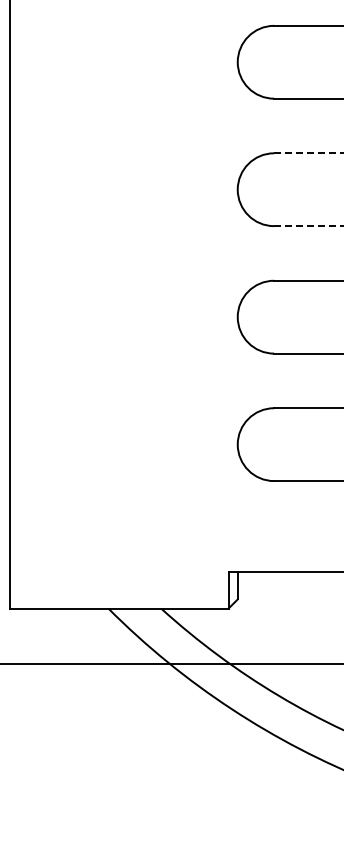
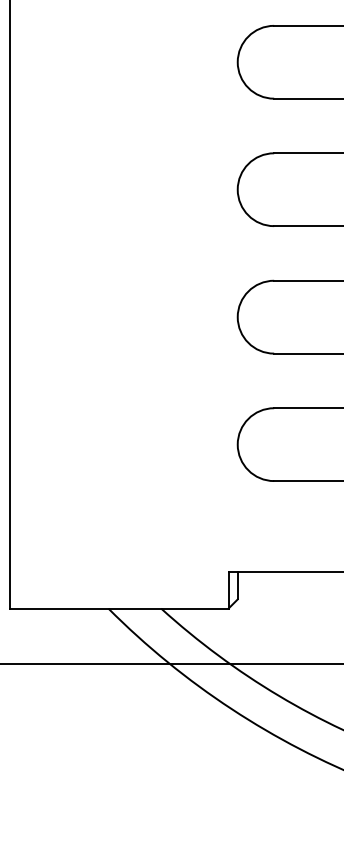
line at (309, 153): dashed -> solid
line at (309, 226): dashed -> solid
